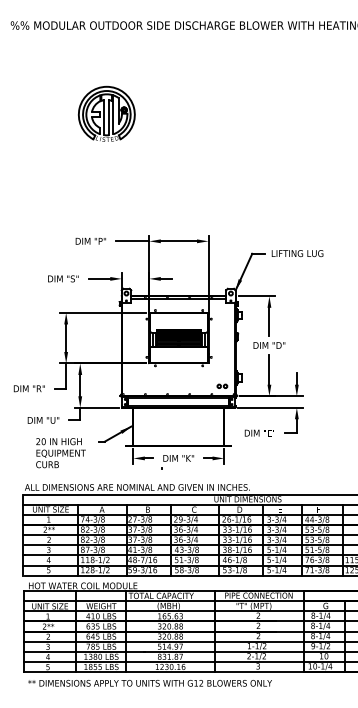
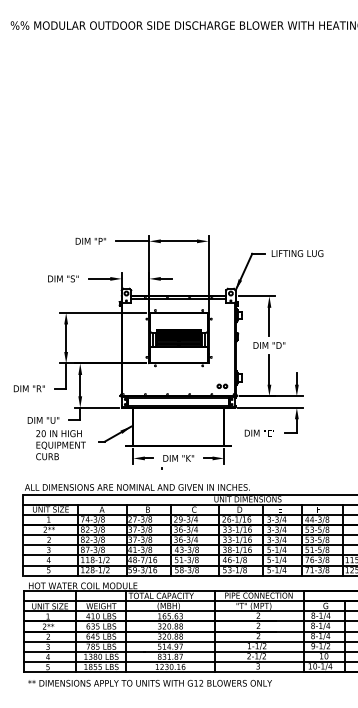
part at (106, 113): present -> none
text at (60, 453) position: (60, 453) -> (60, 445)
